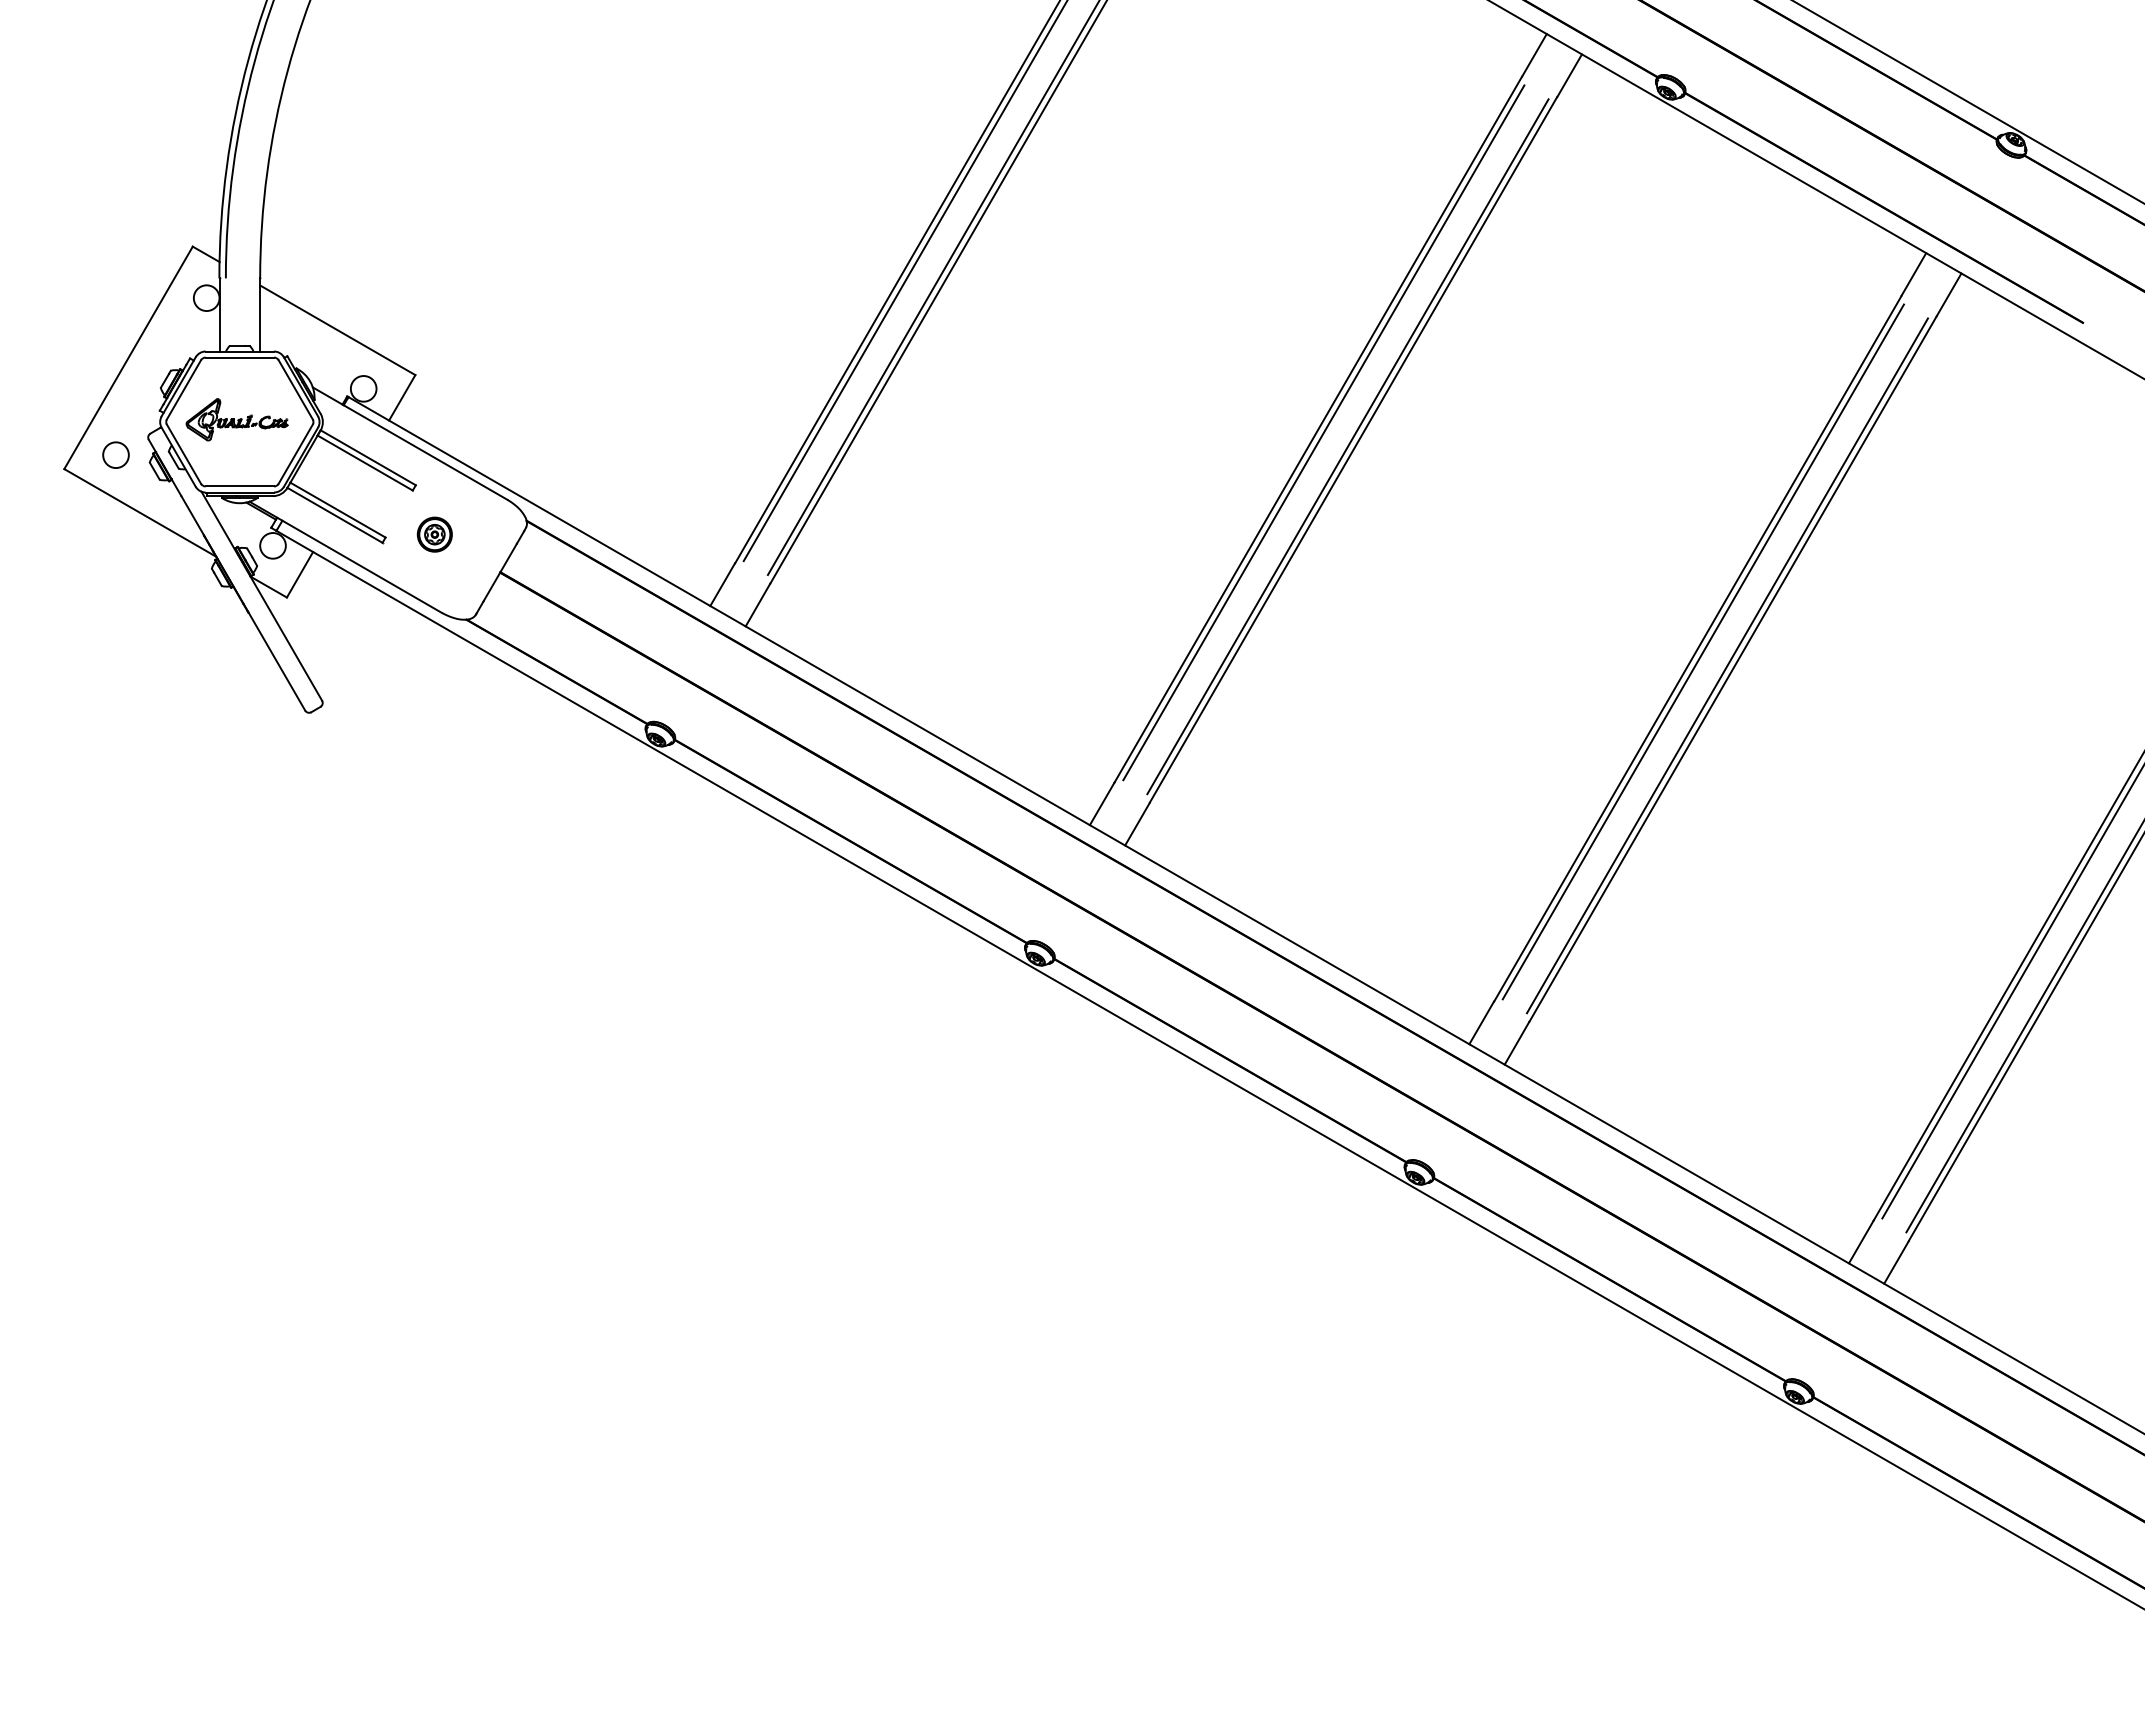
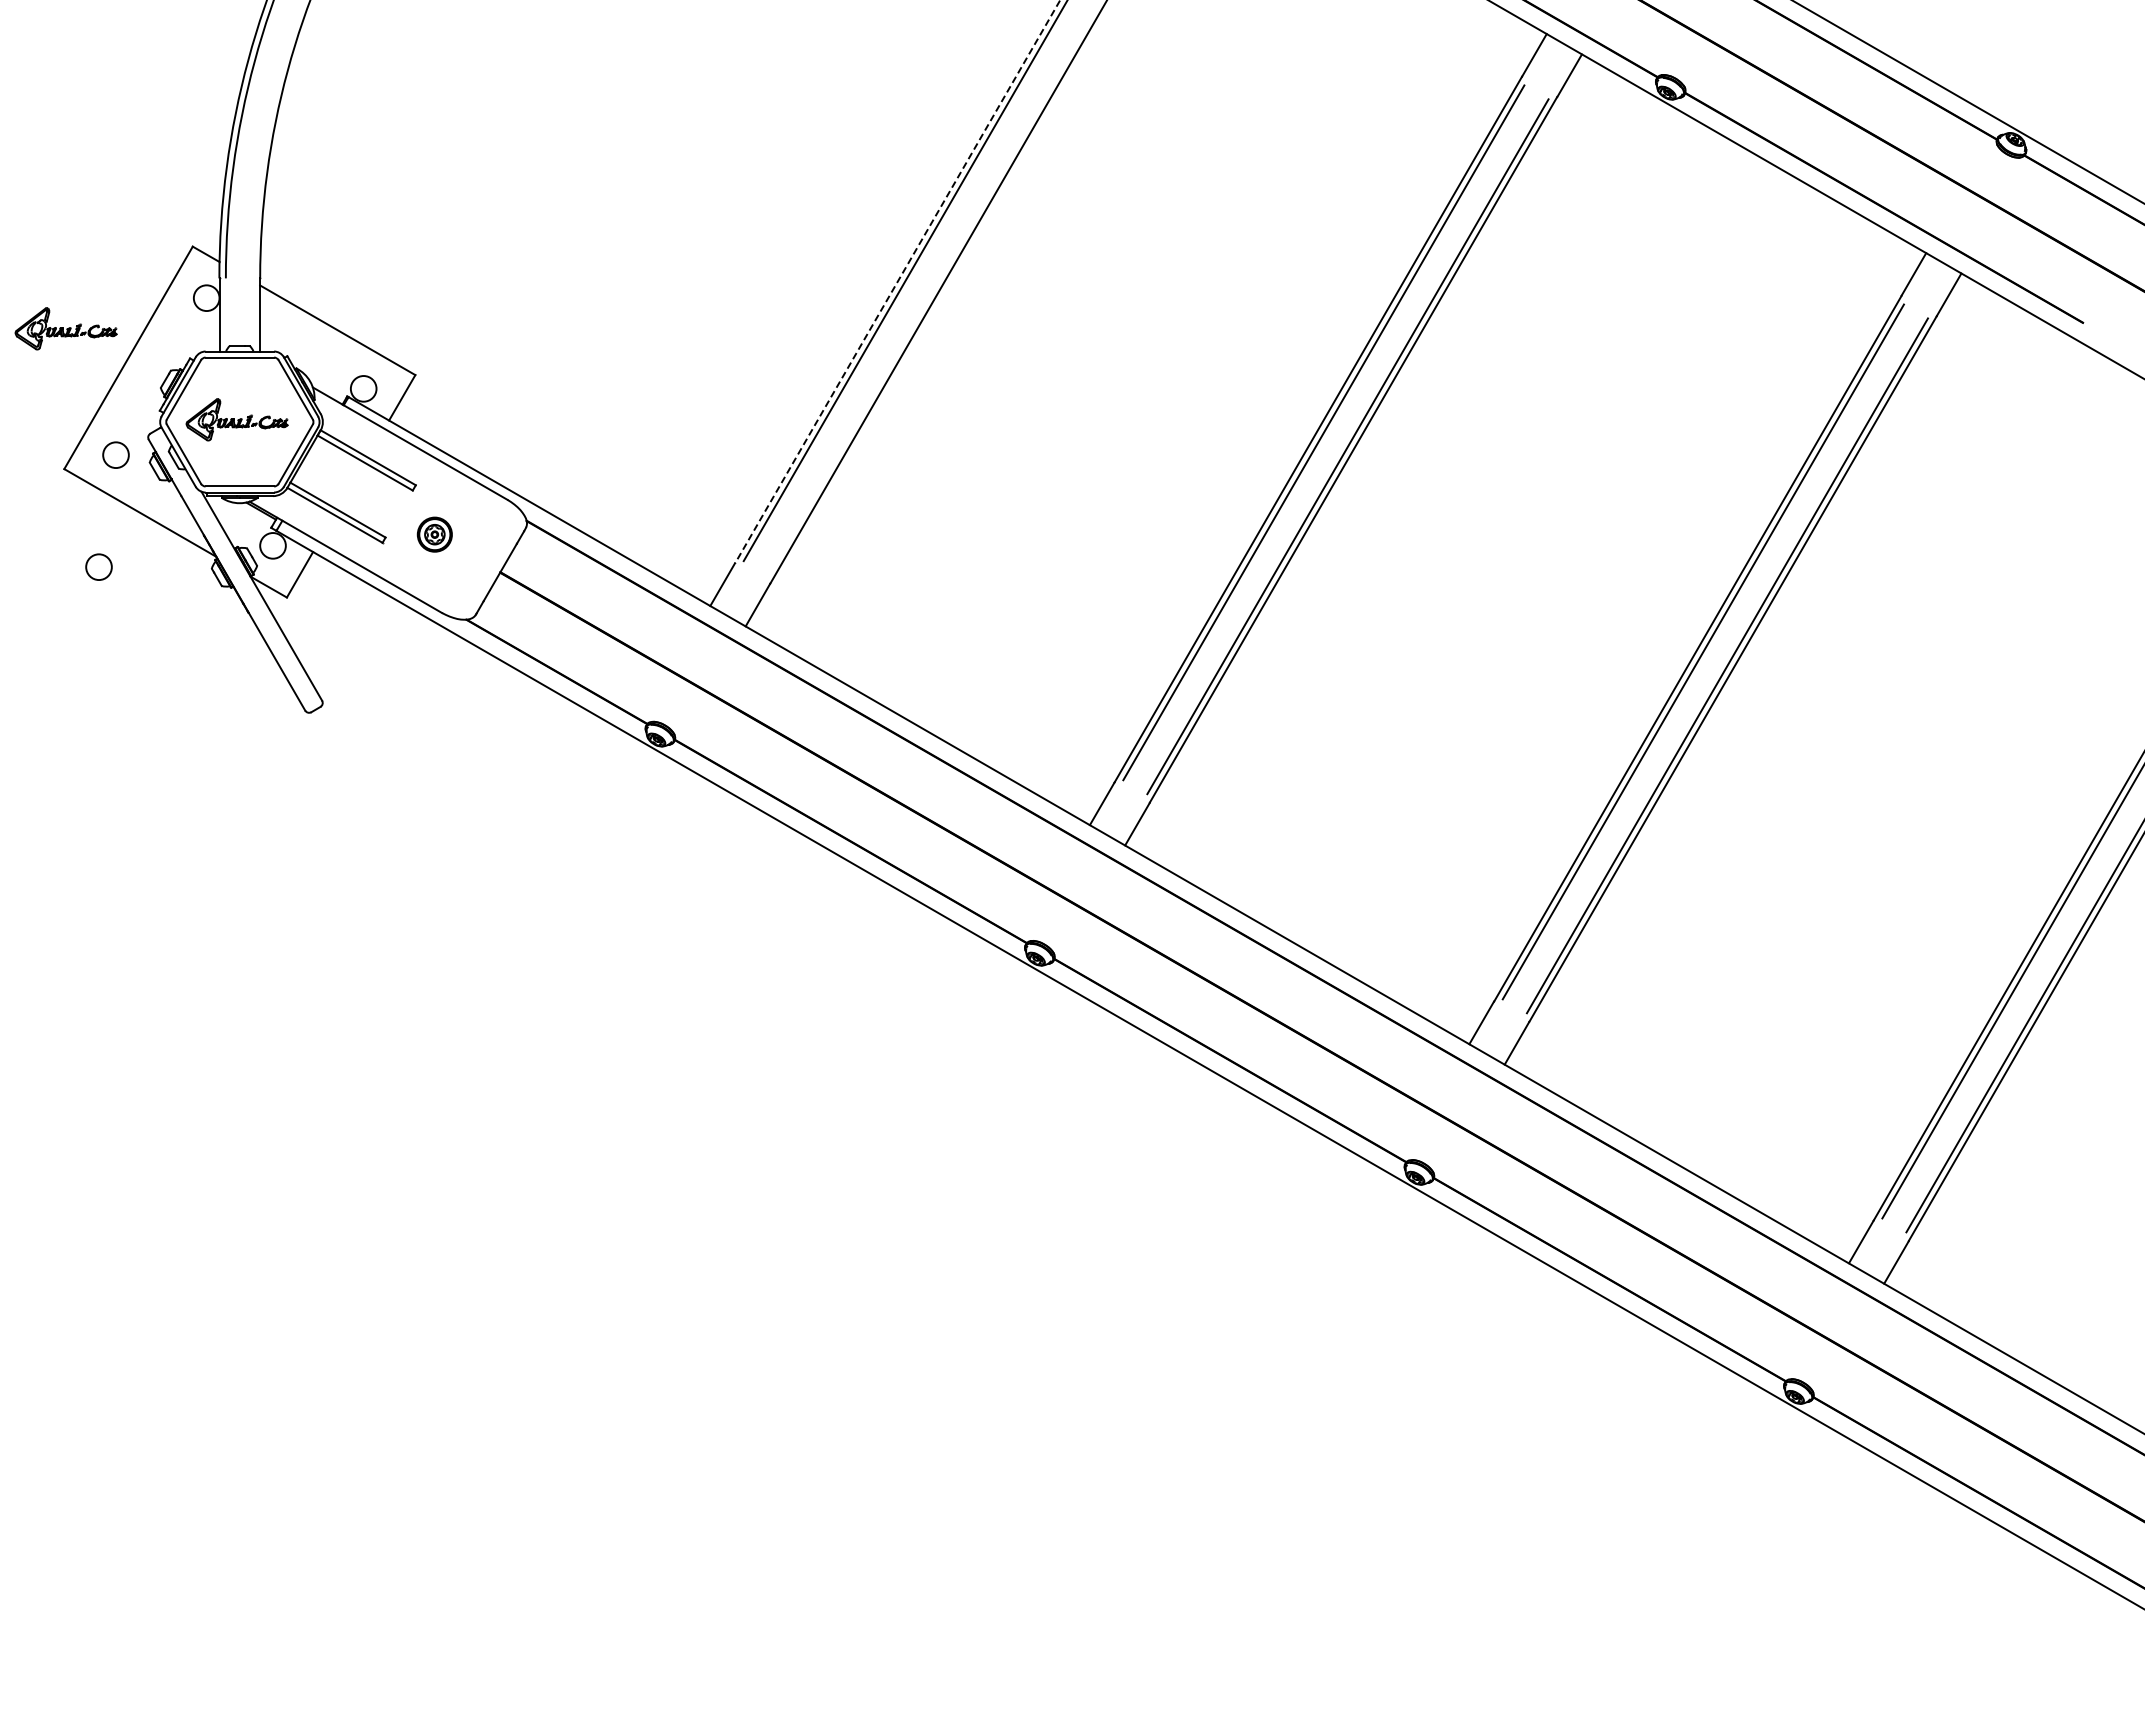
line at (897, 281): solid -> dashed
line at (932, 288): present -> none
part at (65, 328): none -> present
circle at (98, 566): none -> present
